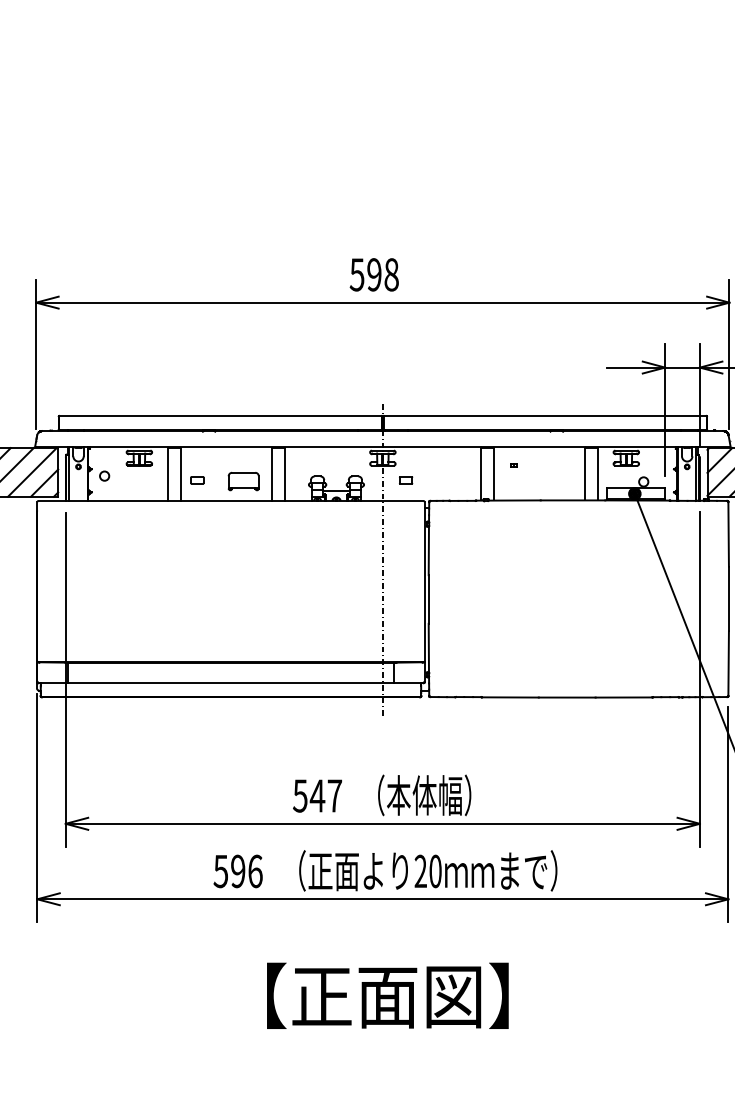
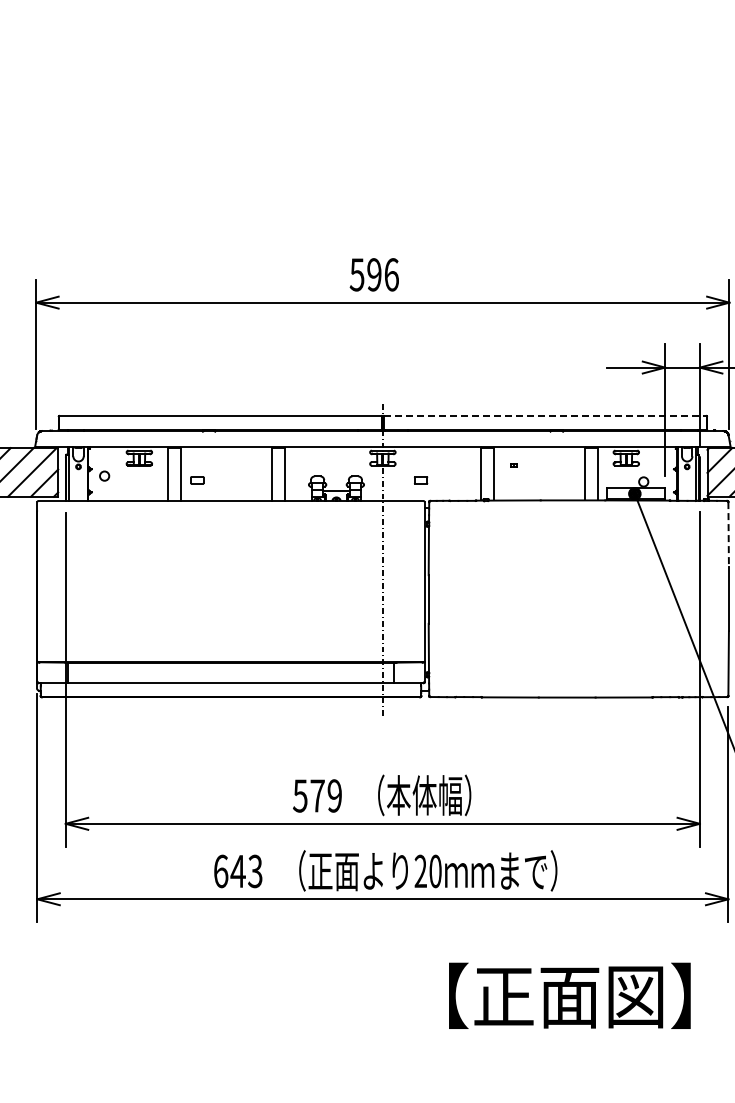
text at (391, 274): 598 -> 596
line at (545, 415): solid -> dashed
part at (406, 480) position: (406, 480) -> (421, 480)
part at (243, 481): present -> none
line at (728, 534): solid -> dashed
text at (325, 795): 547 -> 579
text at (237, 871): 596 -> 643
text at (387, 995) position: (387, 995) -> (569, 995)
